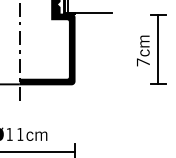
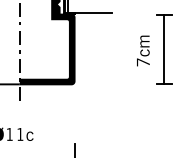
part at (158, 49) position: (158, 49) -> (164, 49)
fill at (41, 135): present -> none
line at (38, 151): present -> none
